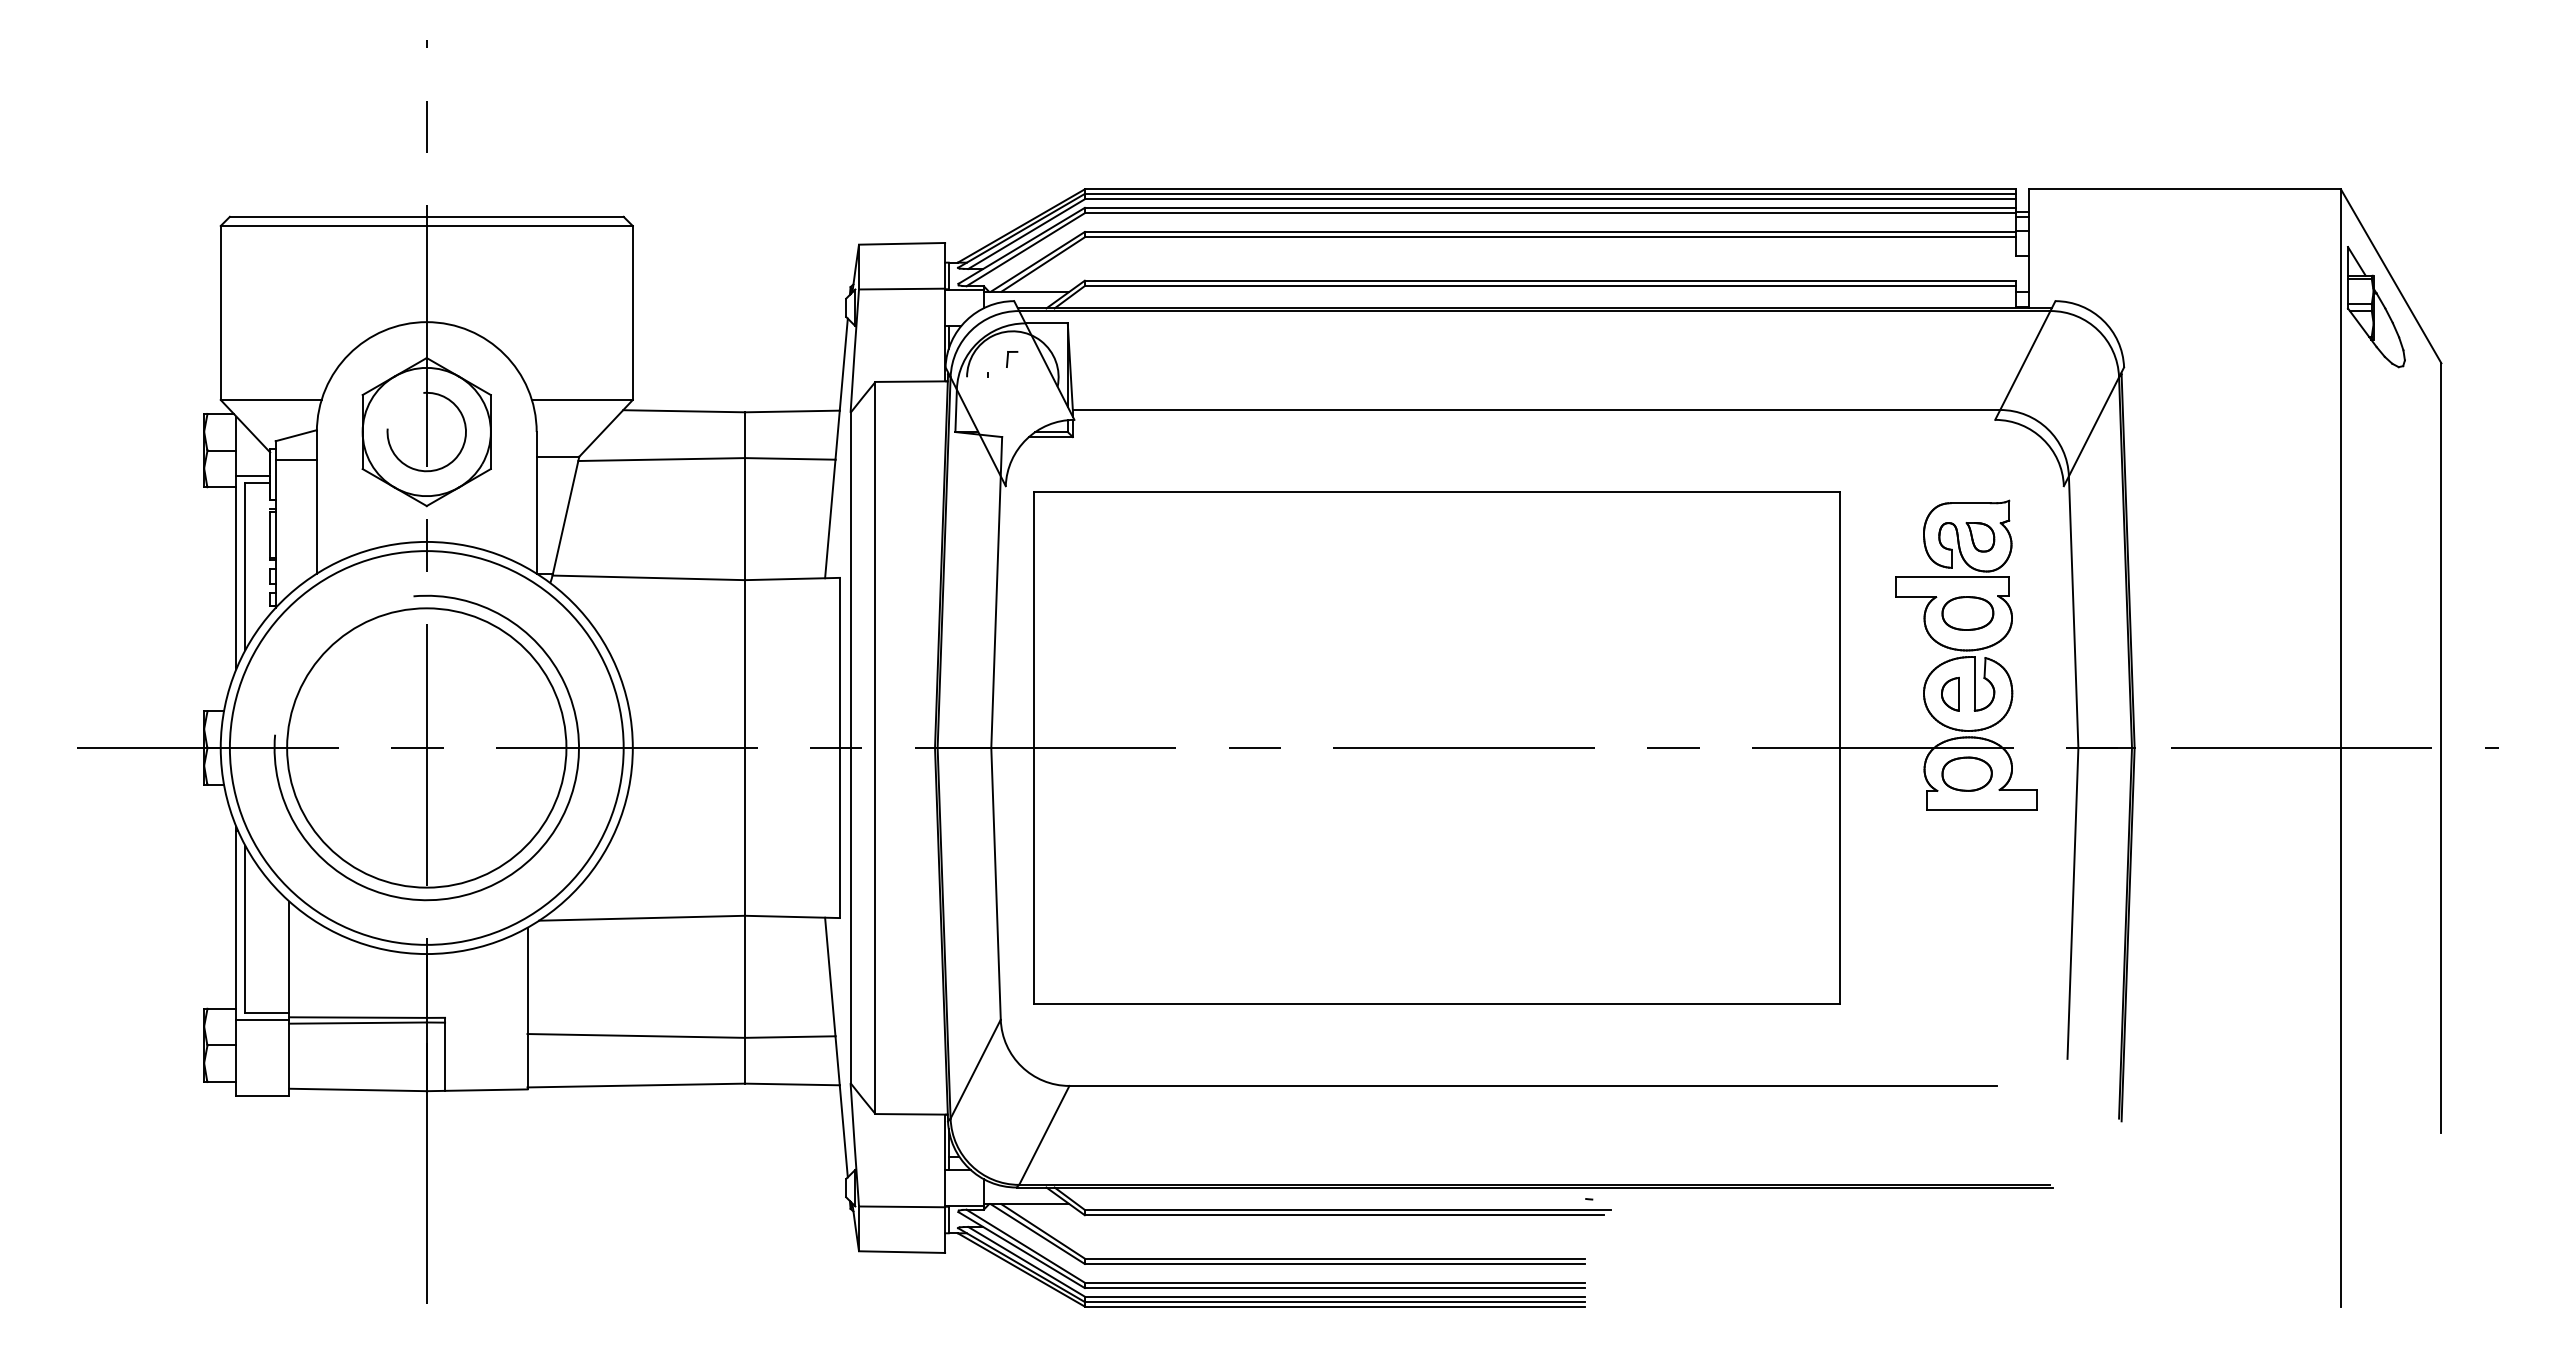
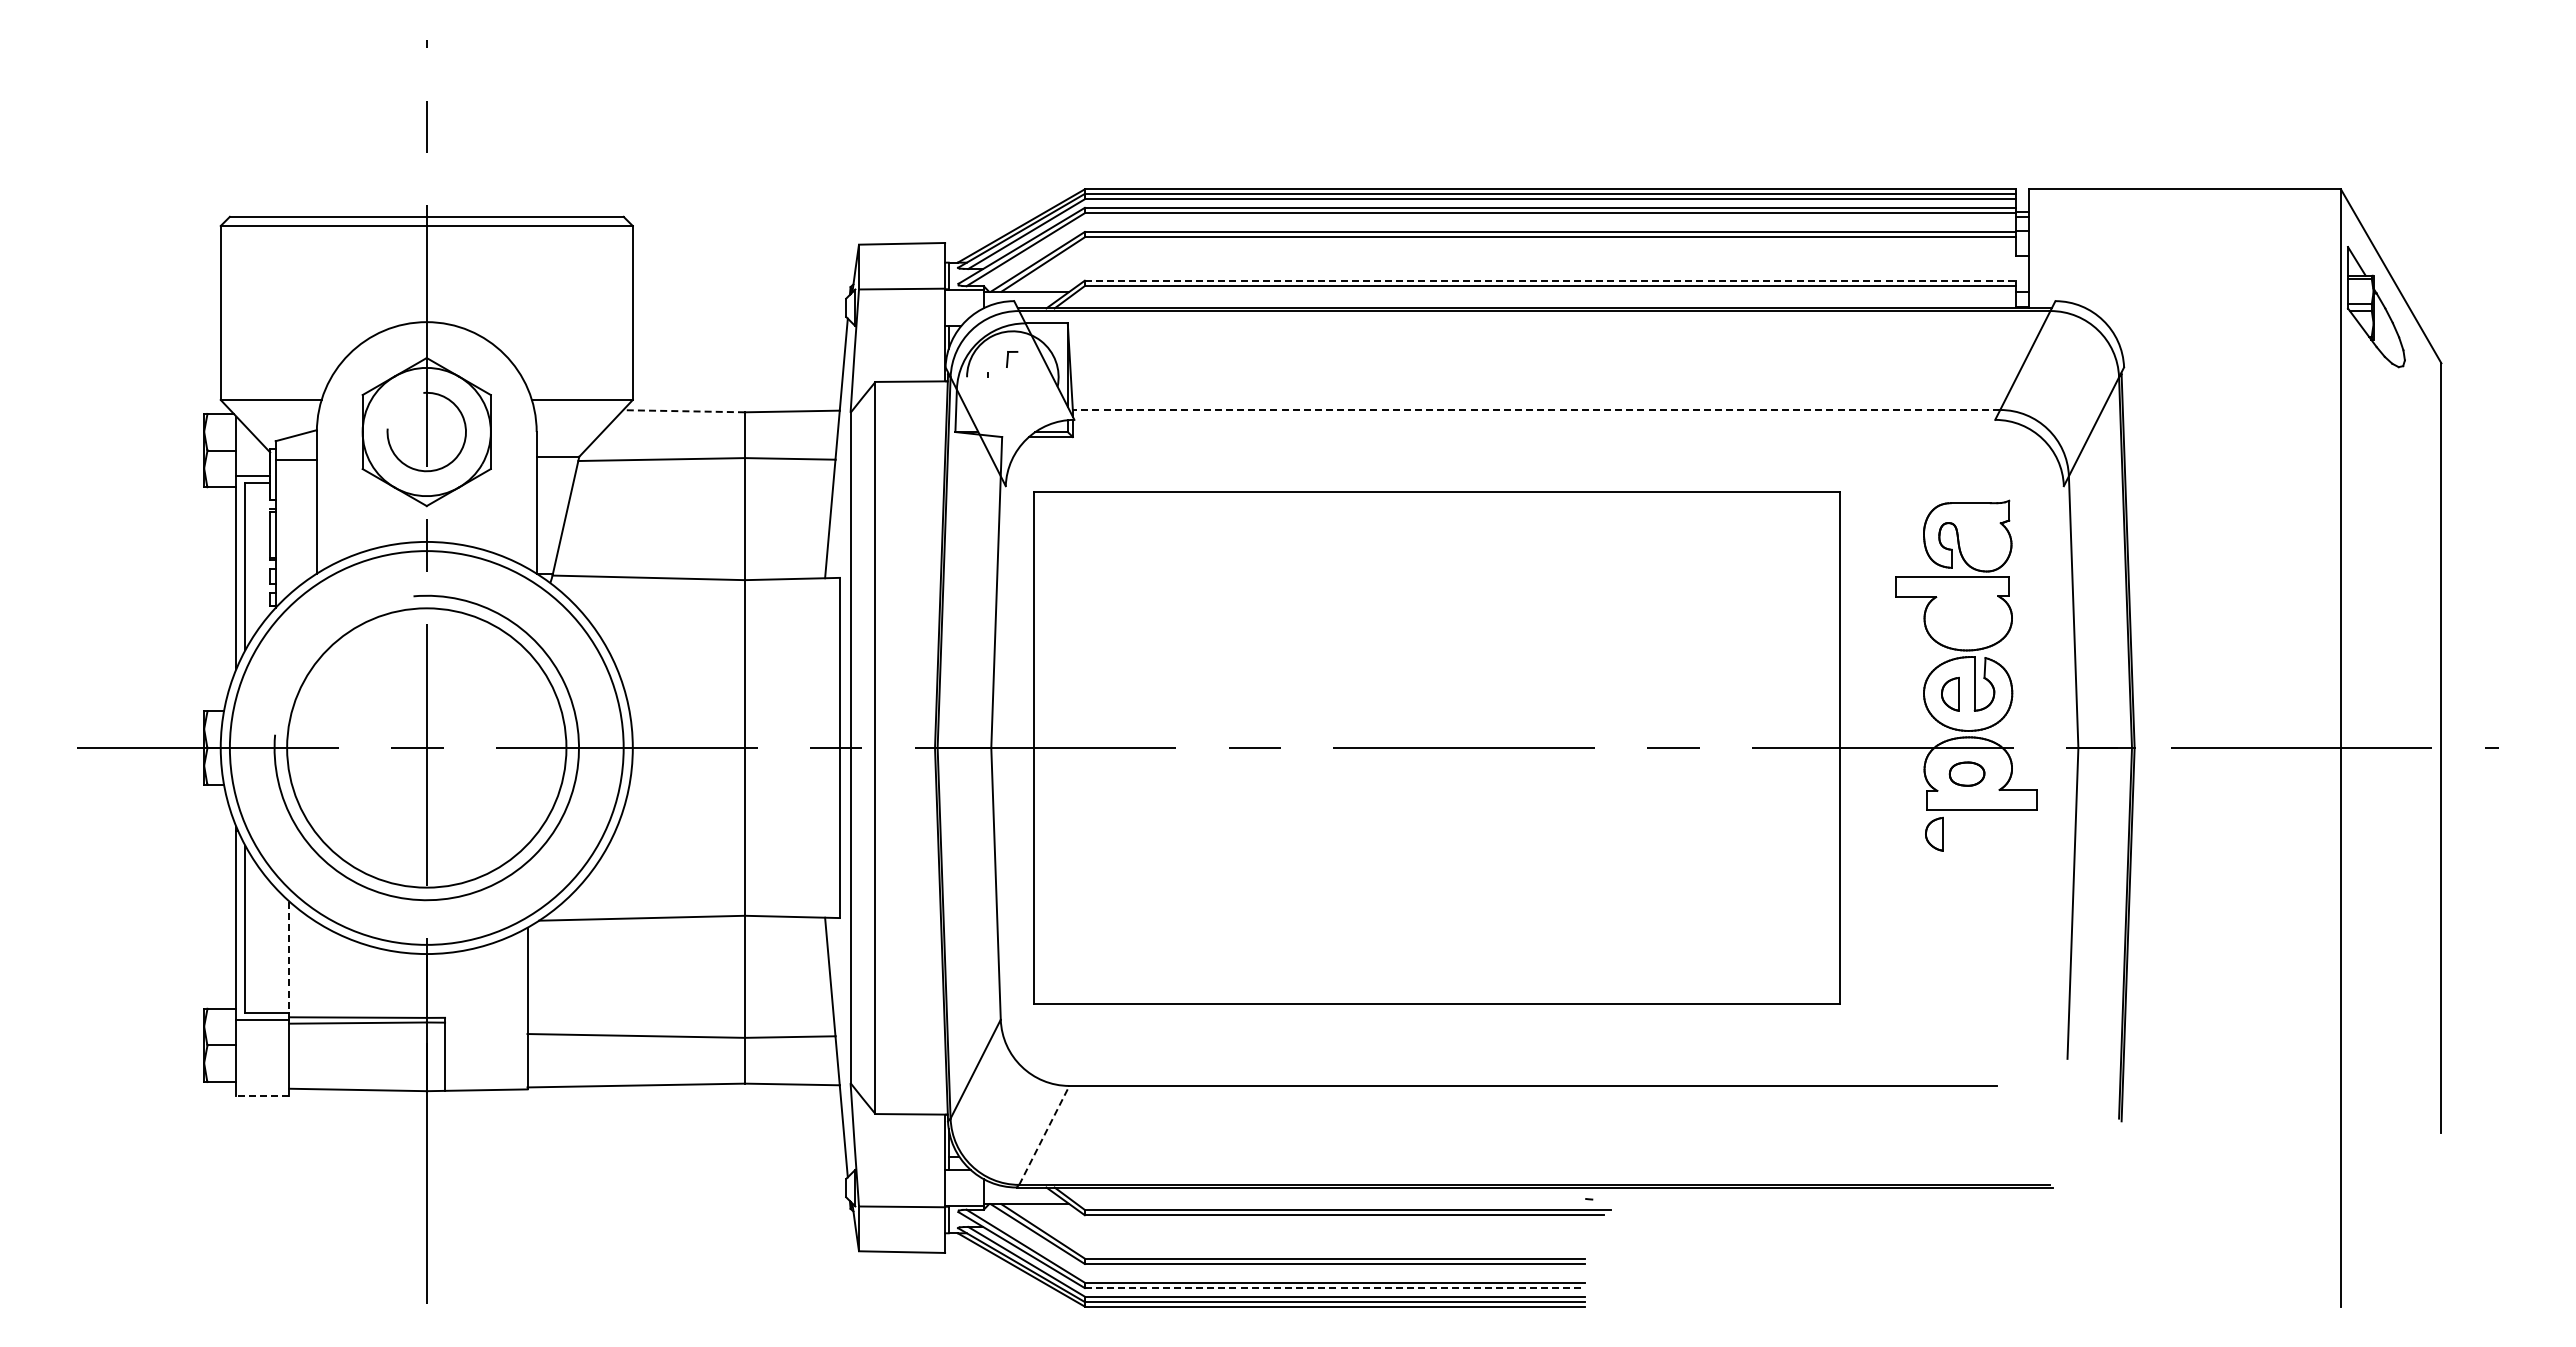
line at (1550, 280): solid -> dashed
line at (1536, 410): solid -> dashed
line at (684, 411): solid -> dashed
part at (1980, 537): present -> none
part at (1967, 613): present -> none
part at (1966, 773) size: 52x36 px -> 38x26 px
part at (1934, 833): none -> present
line at (289, 957): solid -> dashed
line at (262, 1095): solid -> dashed
line at (1044, 1134): solid -> dashed
line at (1335, 1288): solid -> dashed
